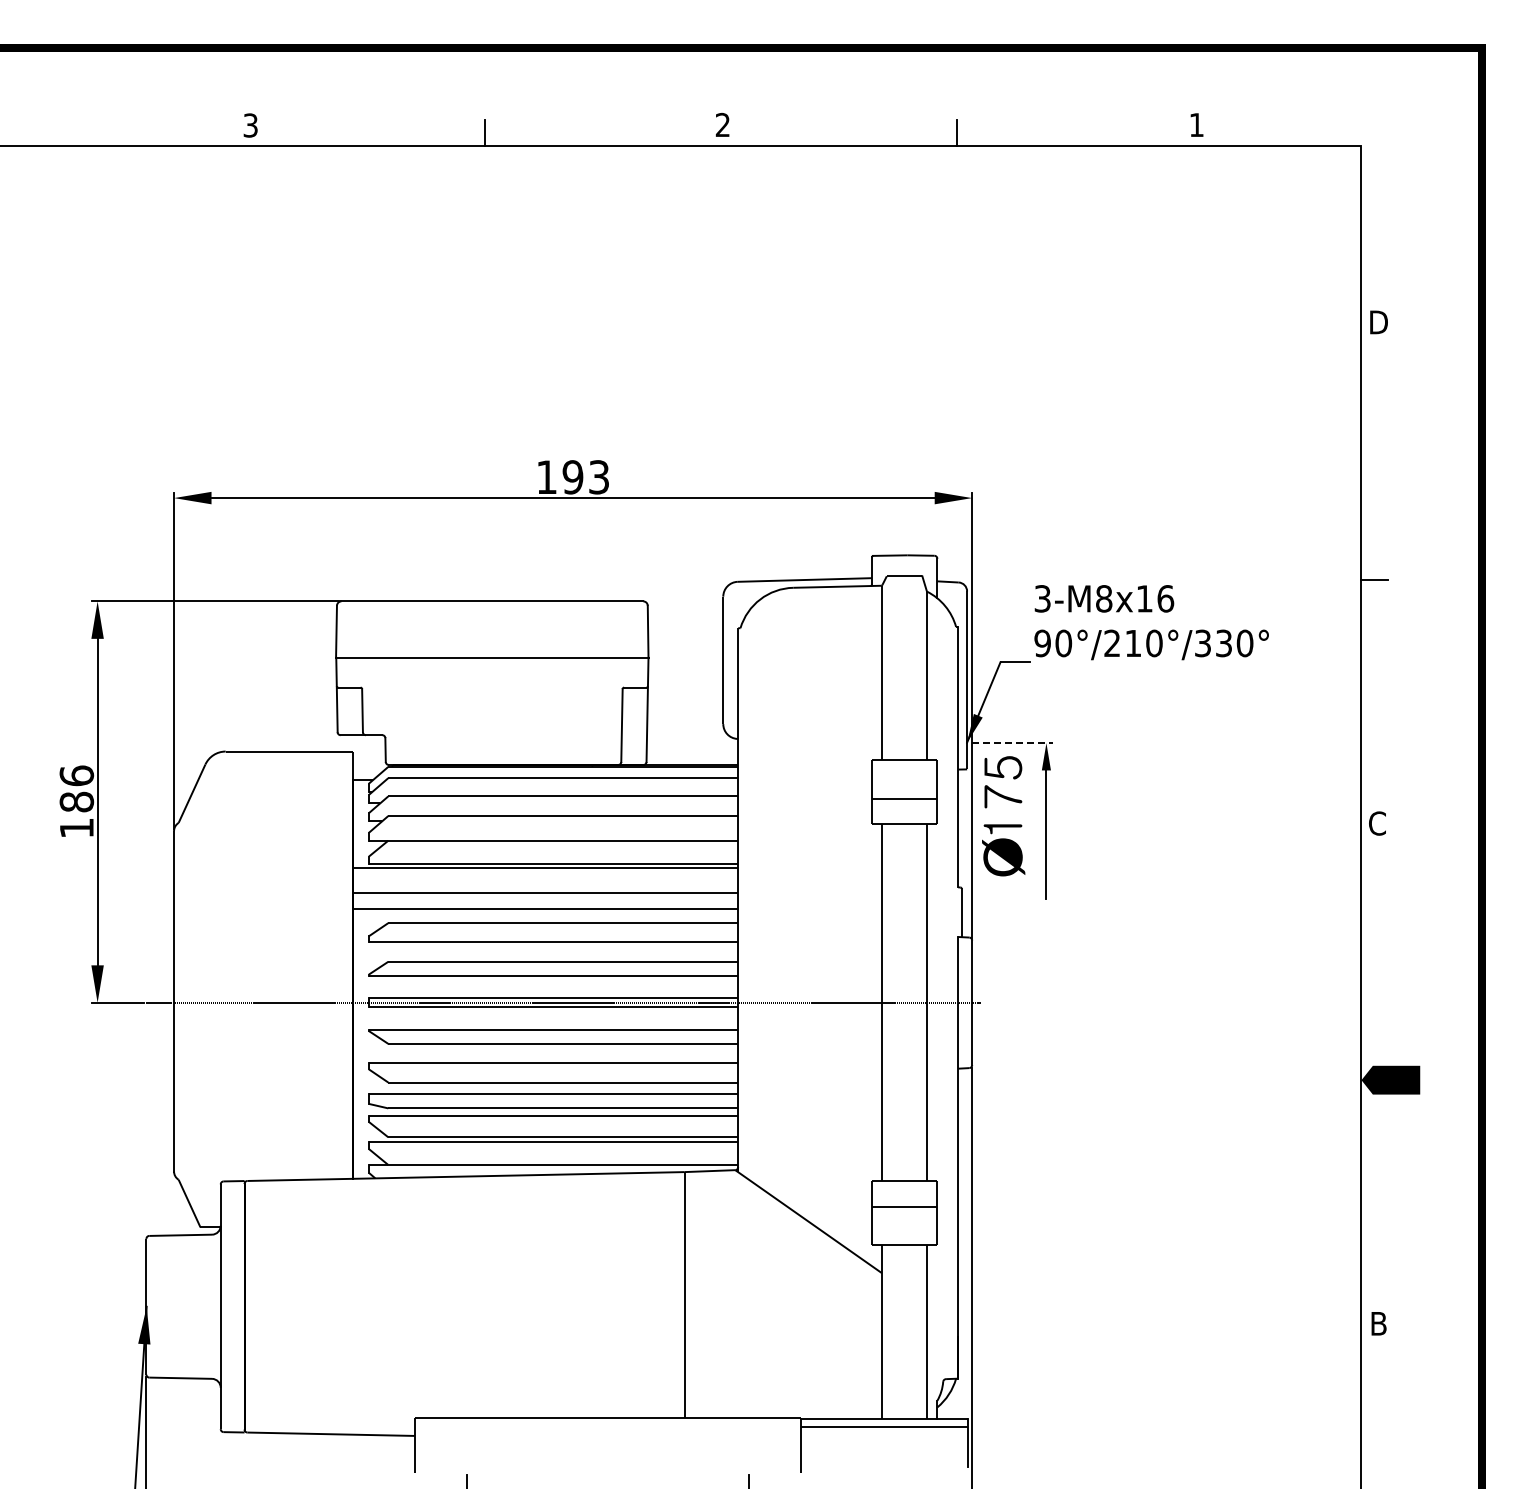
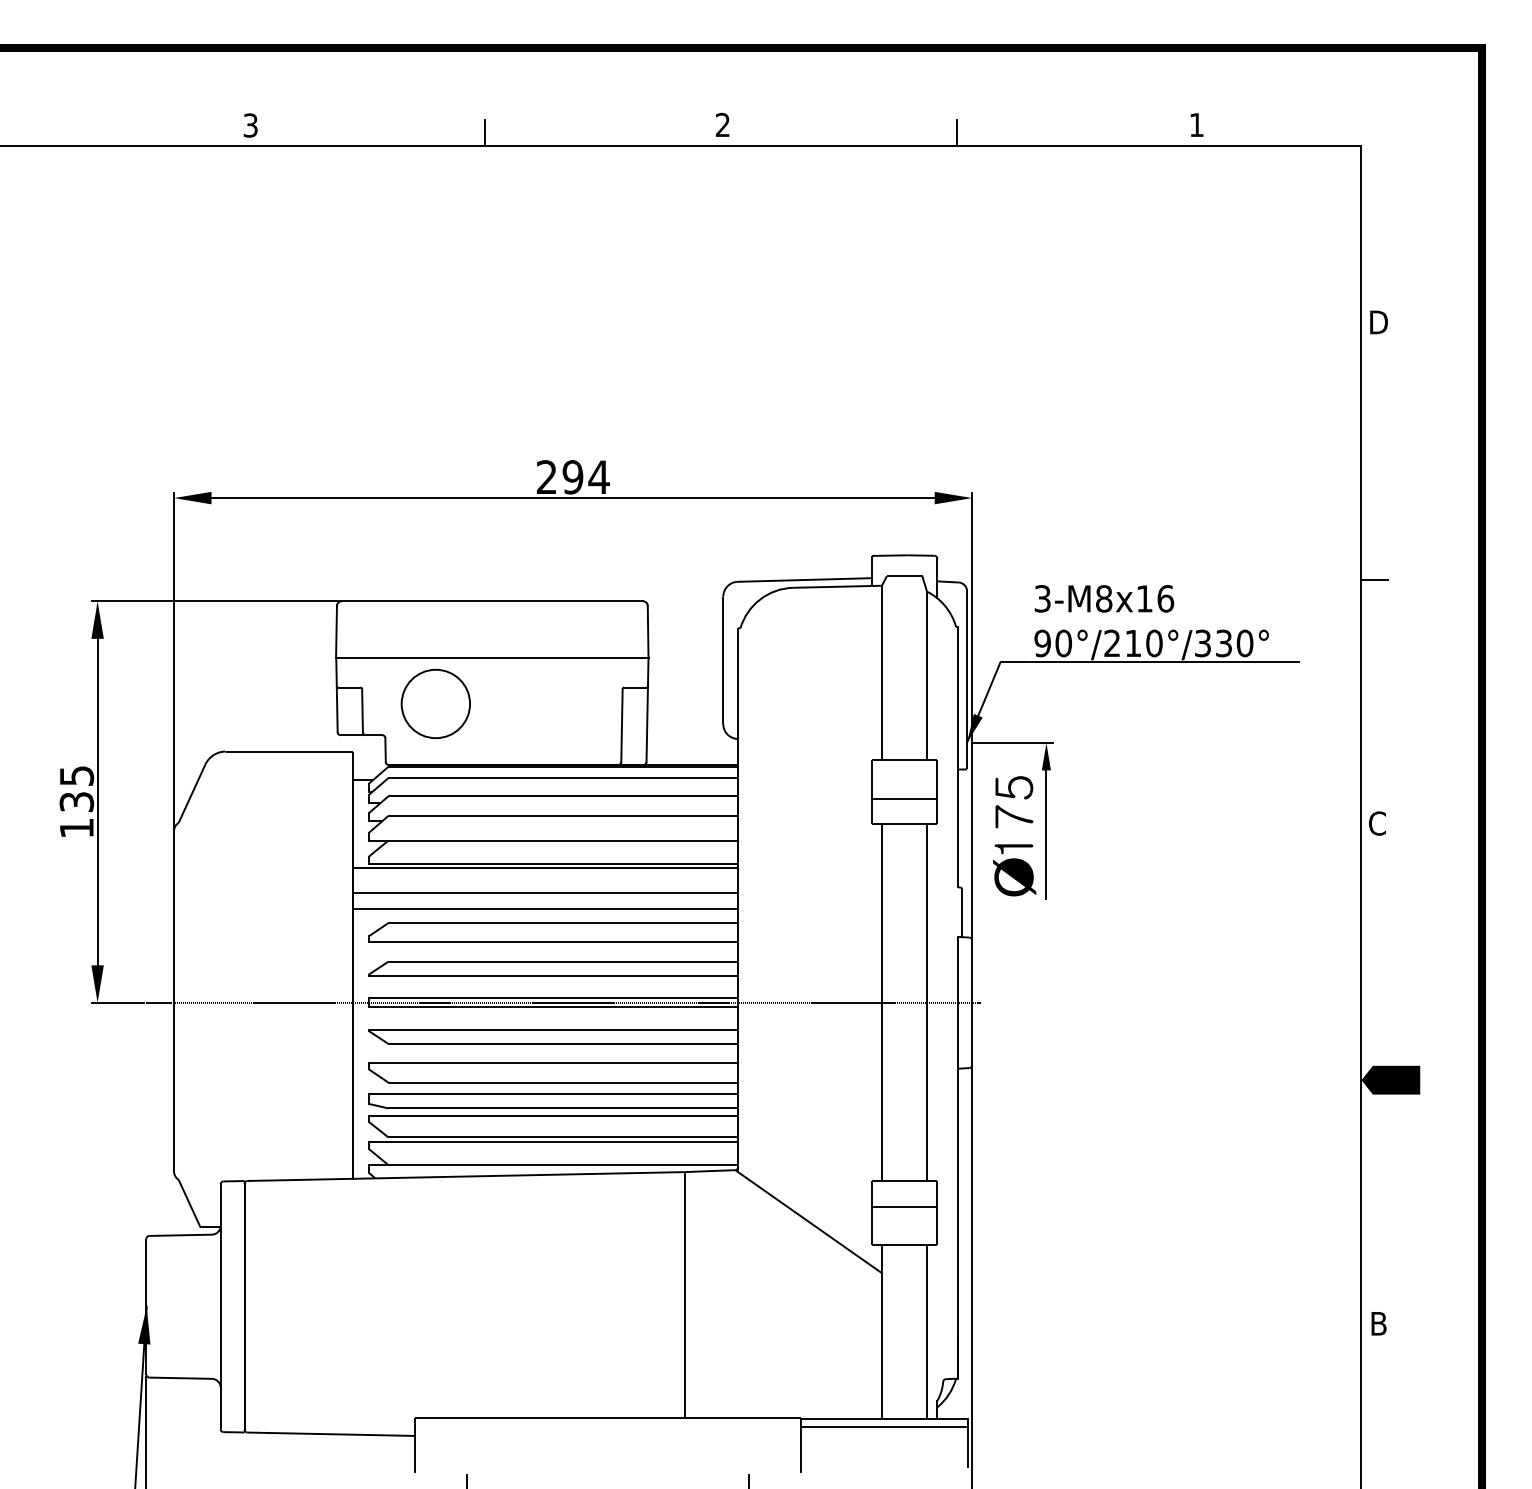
text at (573, 477): 193 -> 294
line at (1165, 662): none -> present
circle at (435, 703): none -> present
line at (1012, 743): dashed -> solid
text at (76, 788): 186 -> 135
text at (1003, 816) position: (1003, 816) -> (1014, 836)
